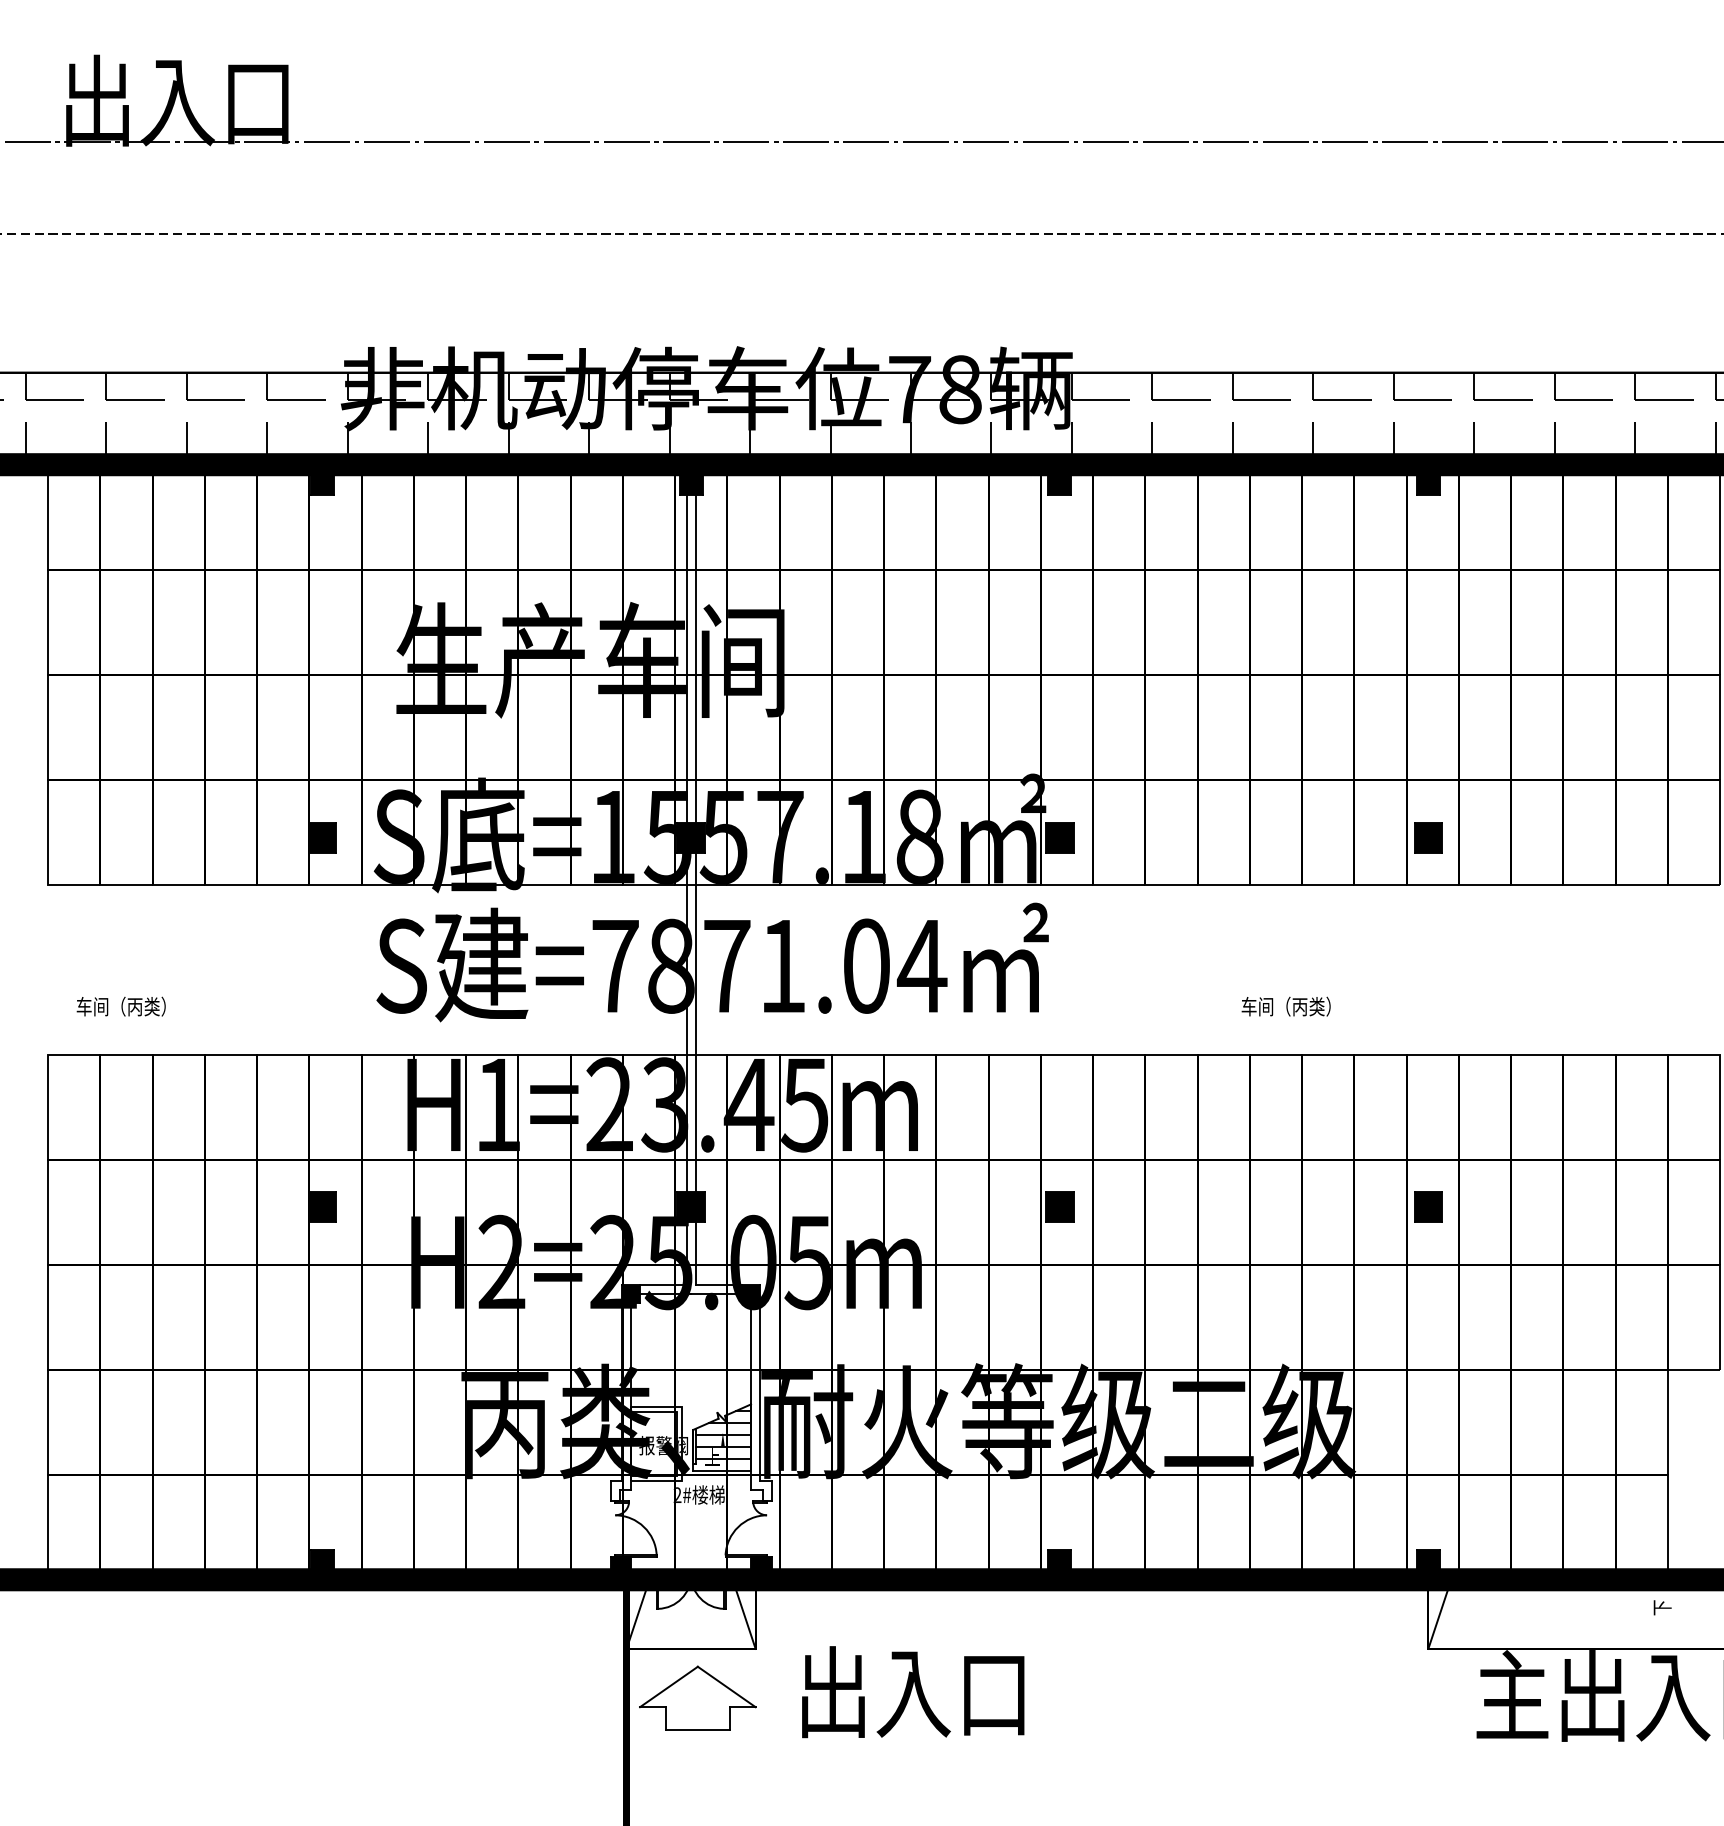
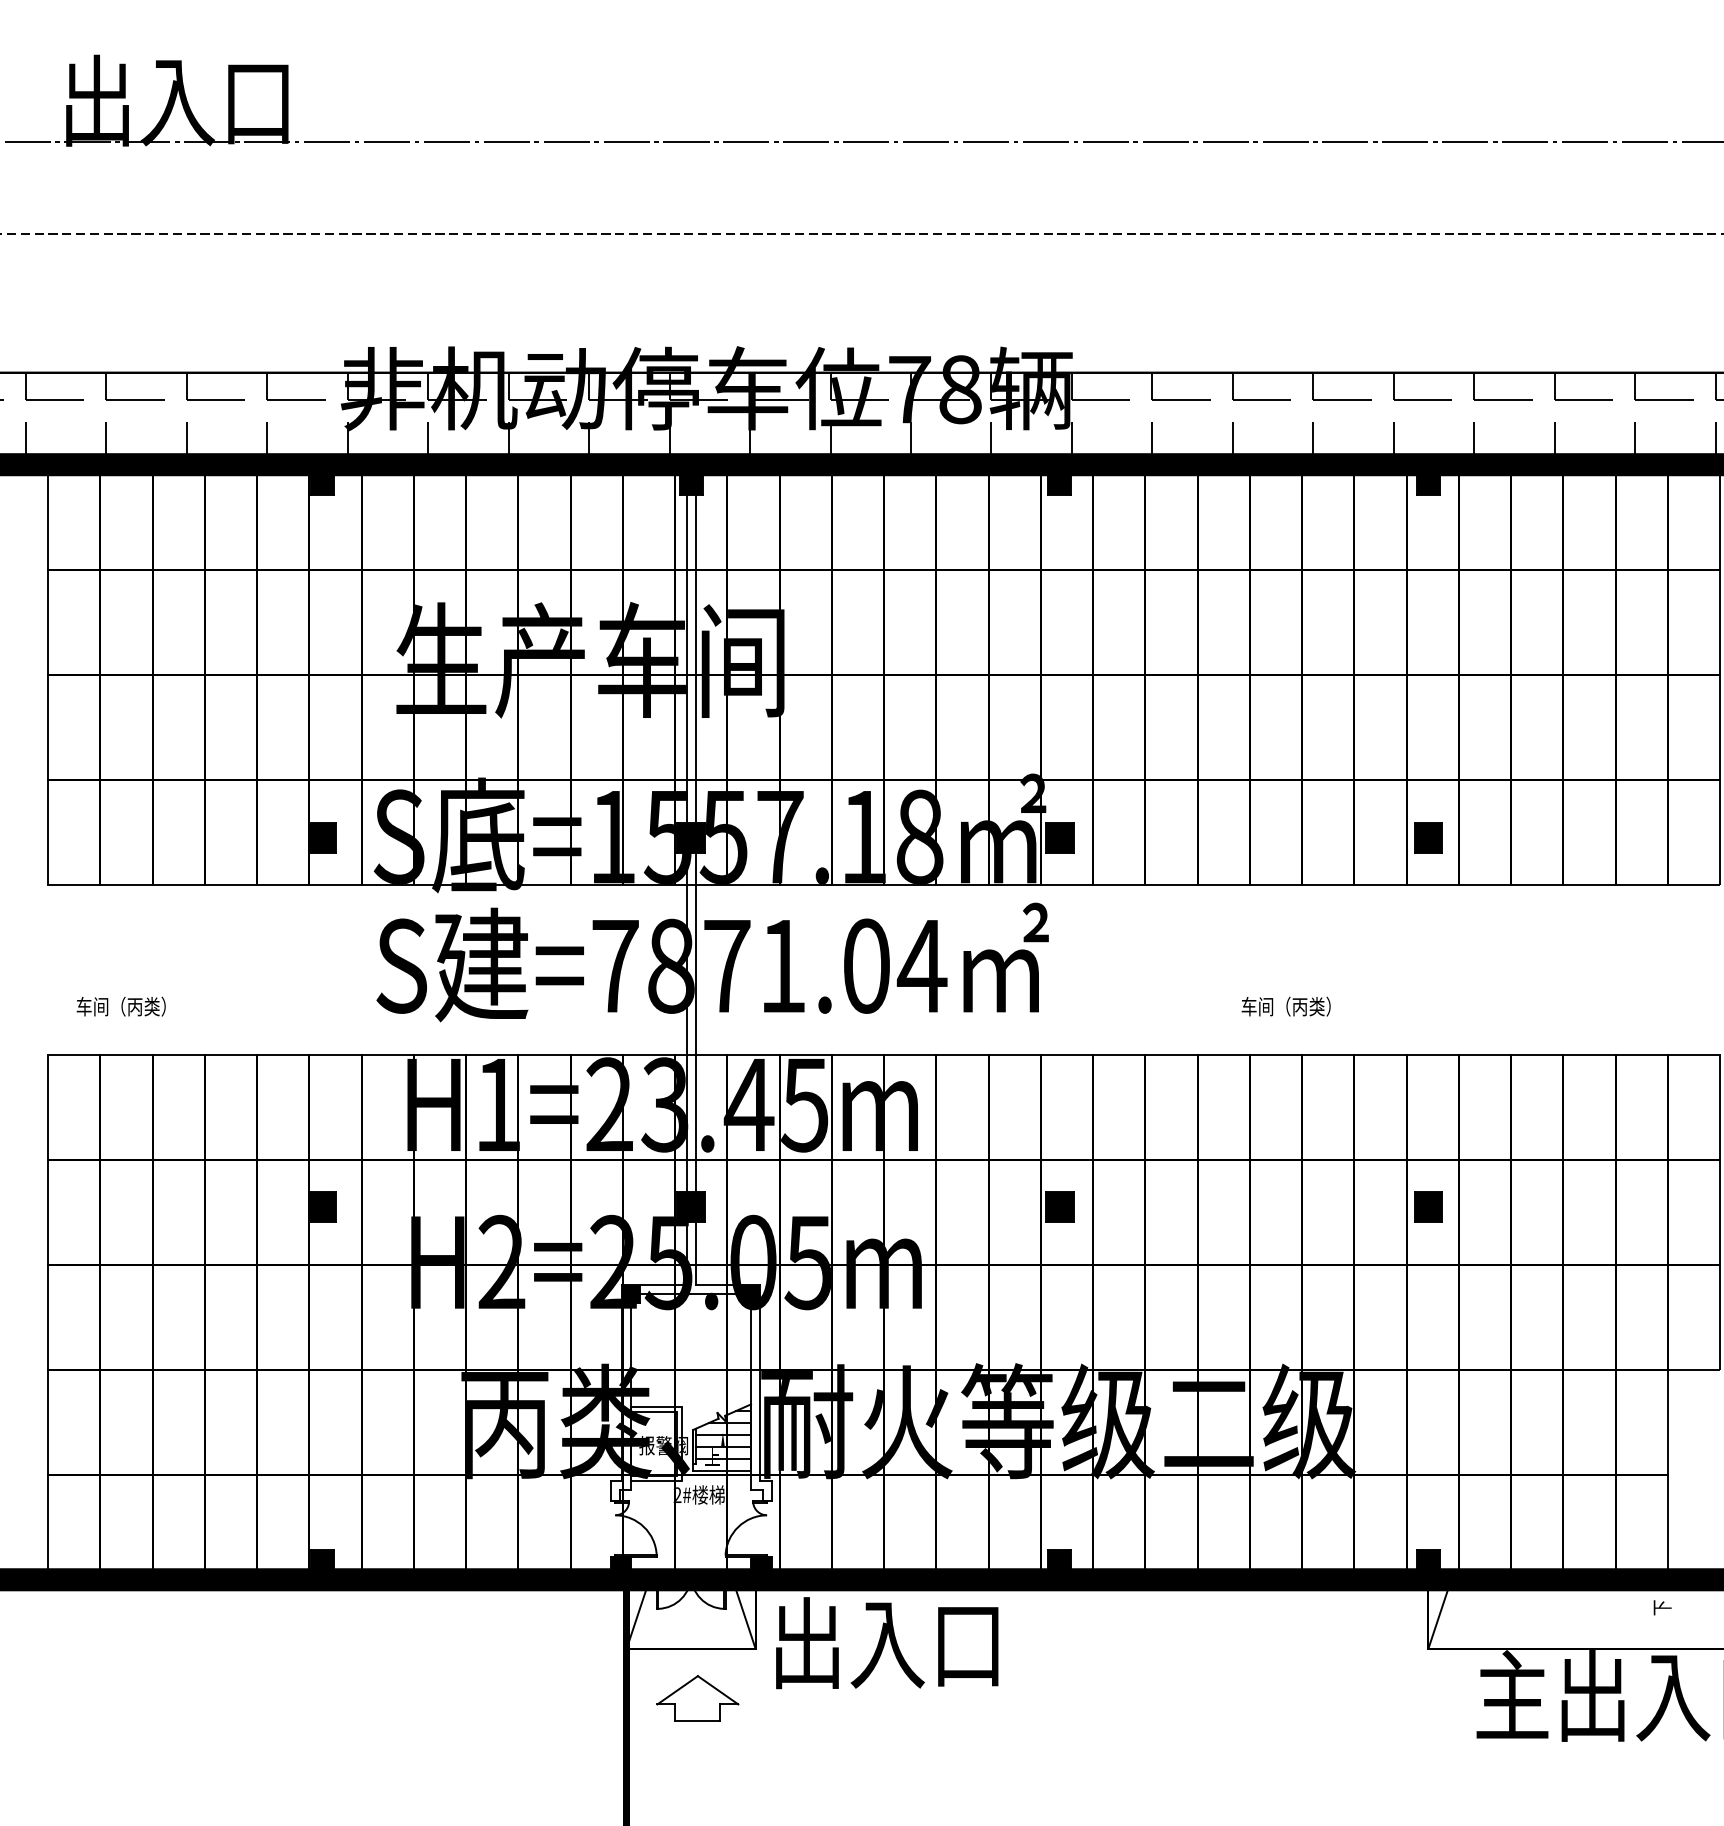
text at (913, 1692) position: (913, 1692) -> (887, 1643)
part at (697, 1697) size: 118x66 px -> 84x47 px
